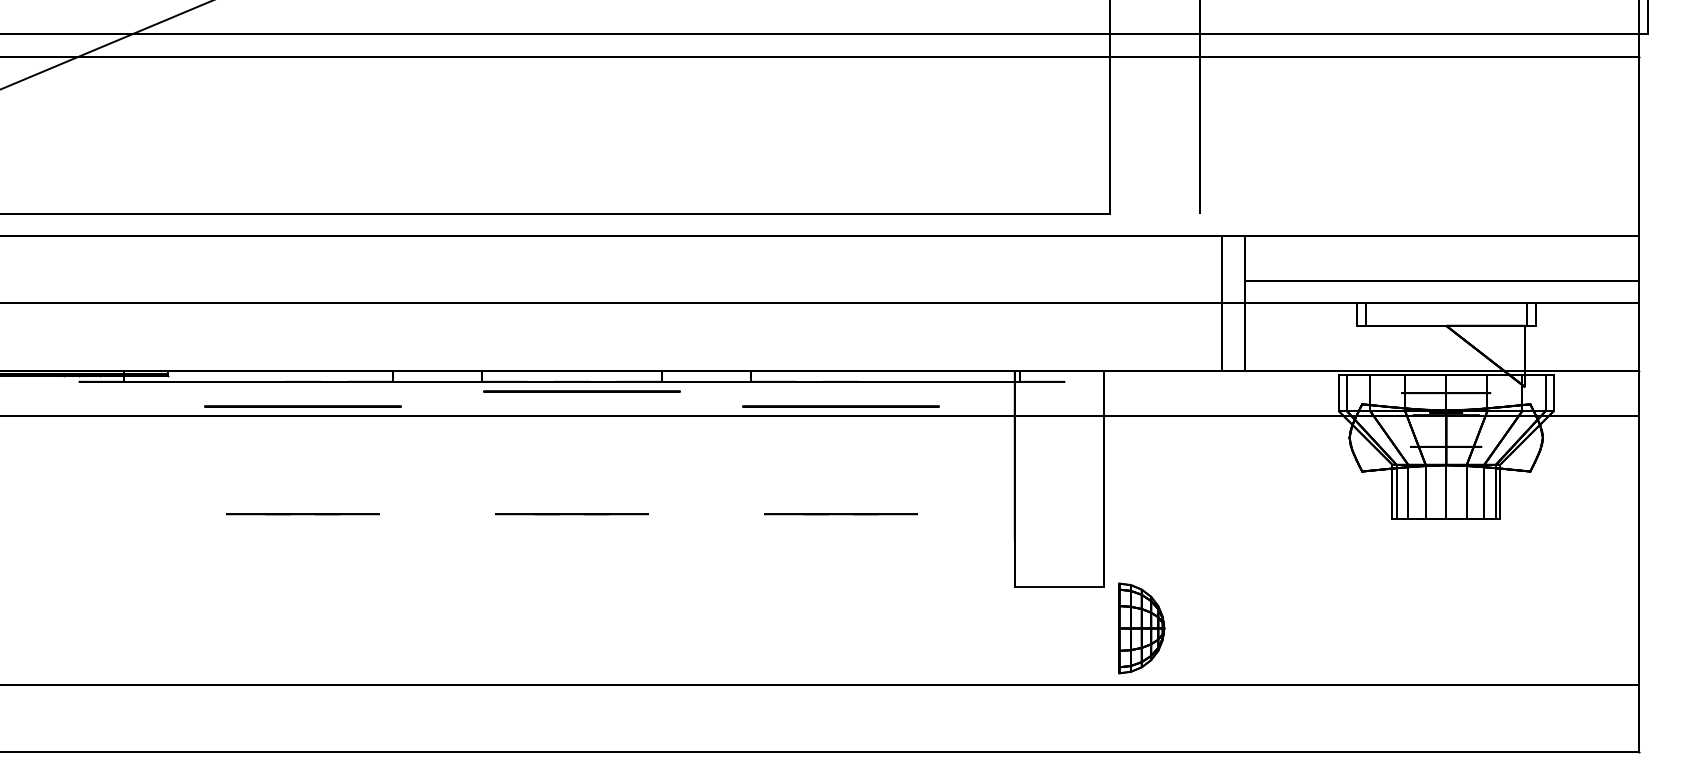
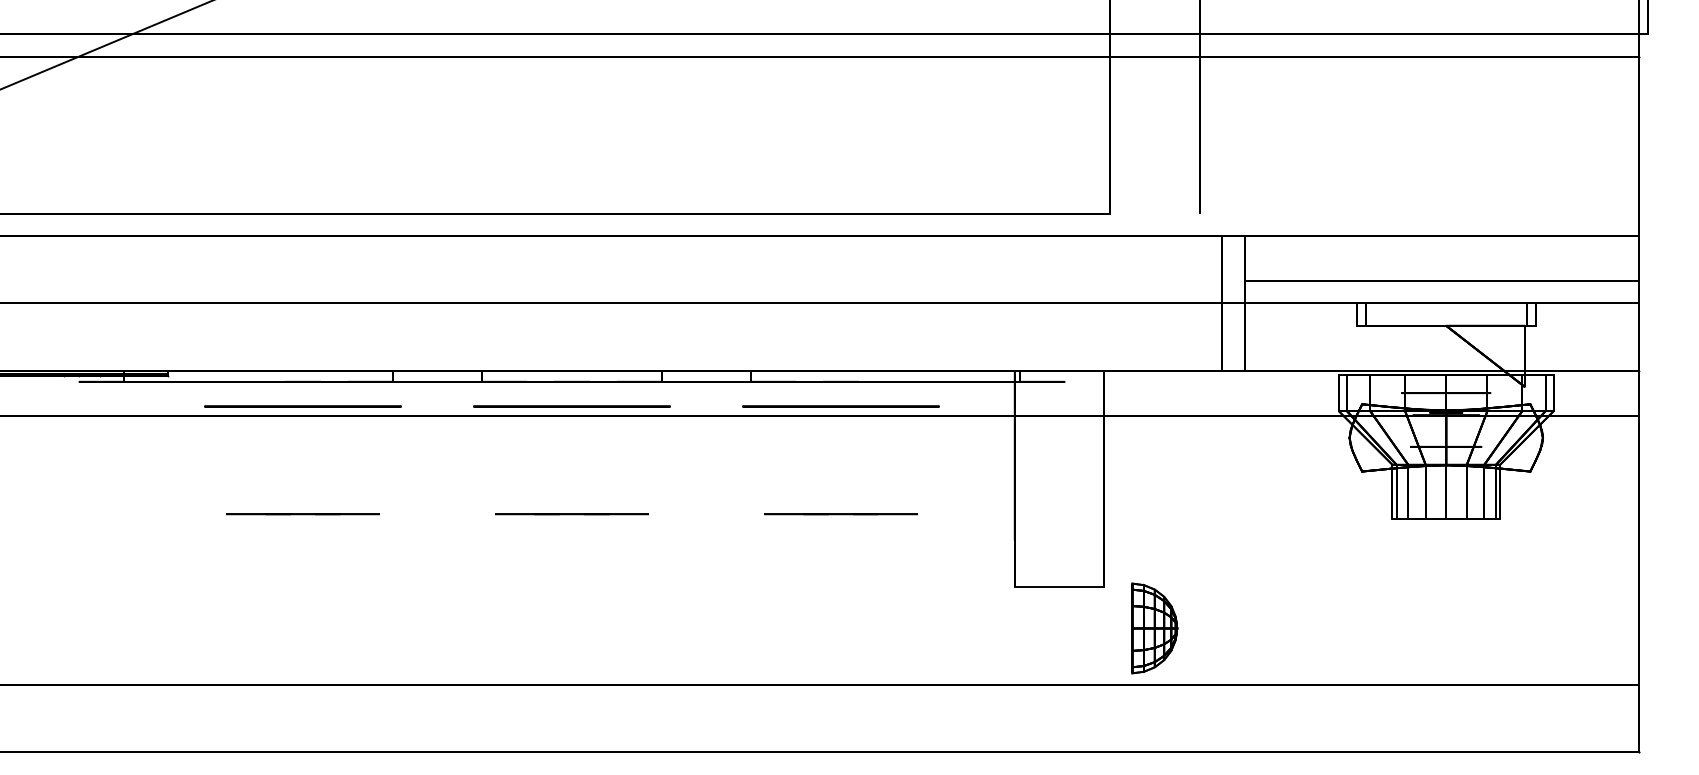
circle at (581, 391) position: (581, 391) -> (571, 406)
part at (1141, 628) position: (1141, 628) -> (1154, 628)
